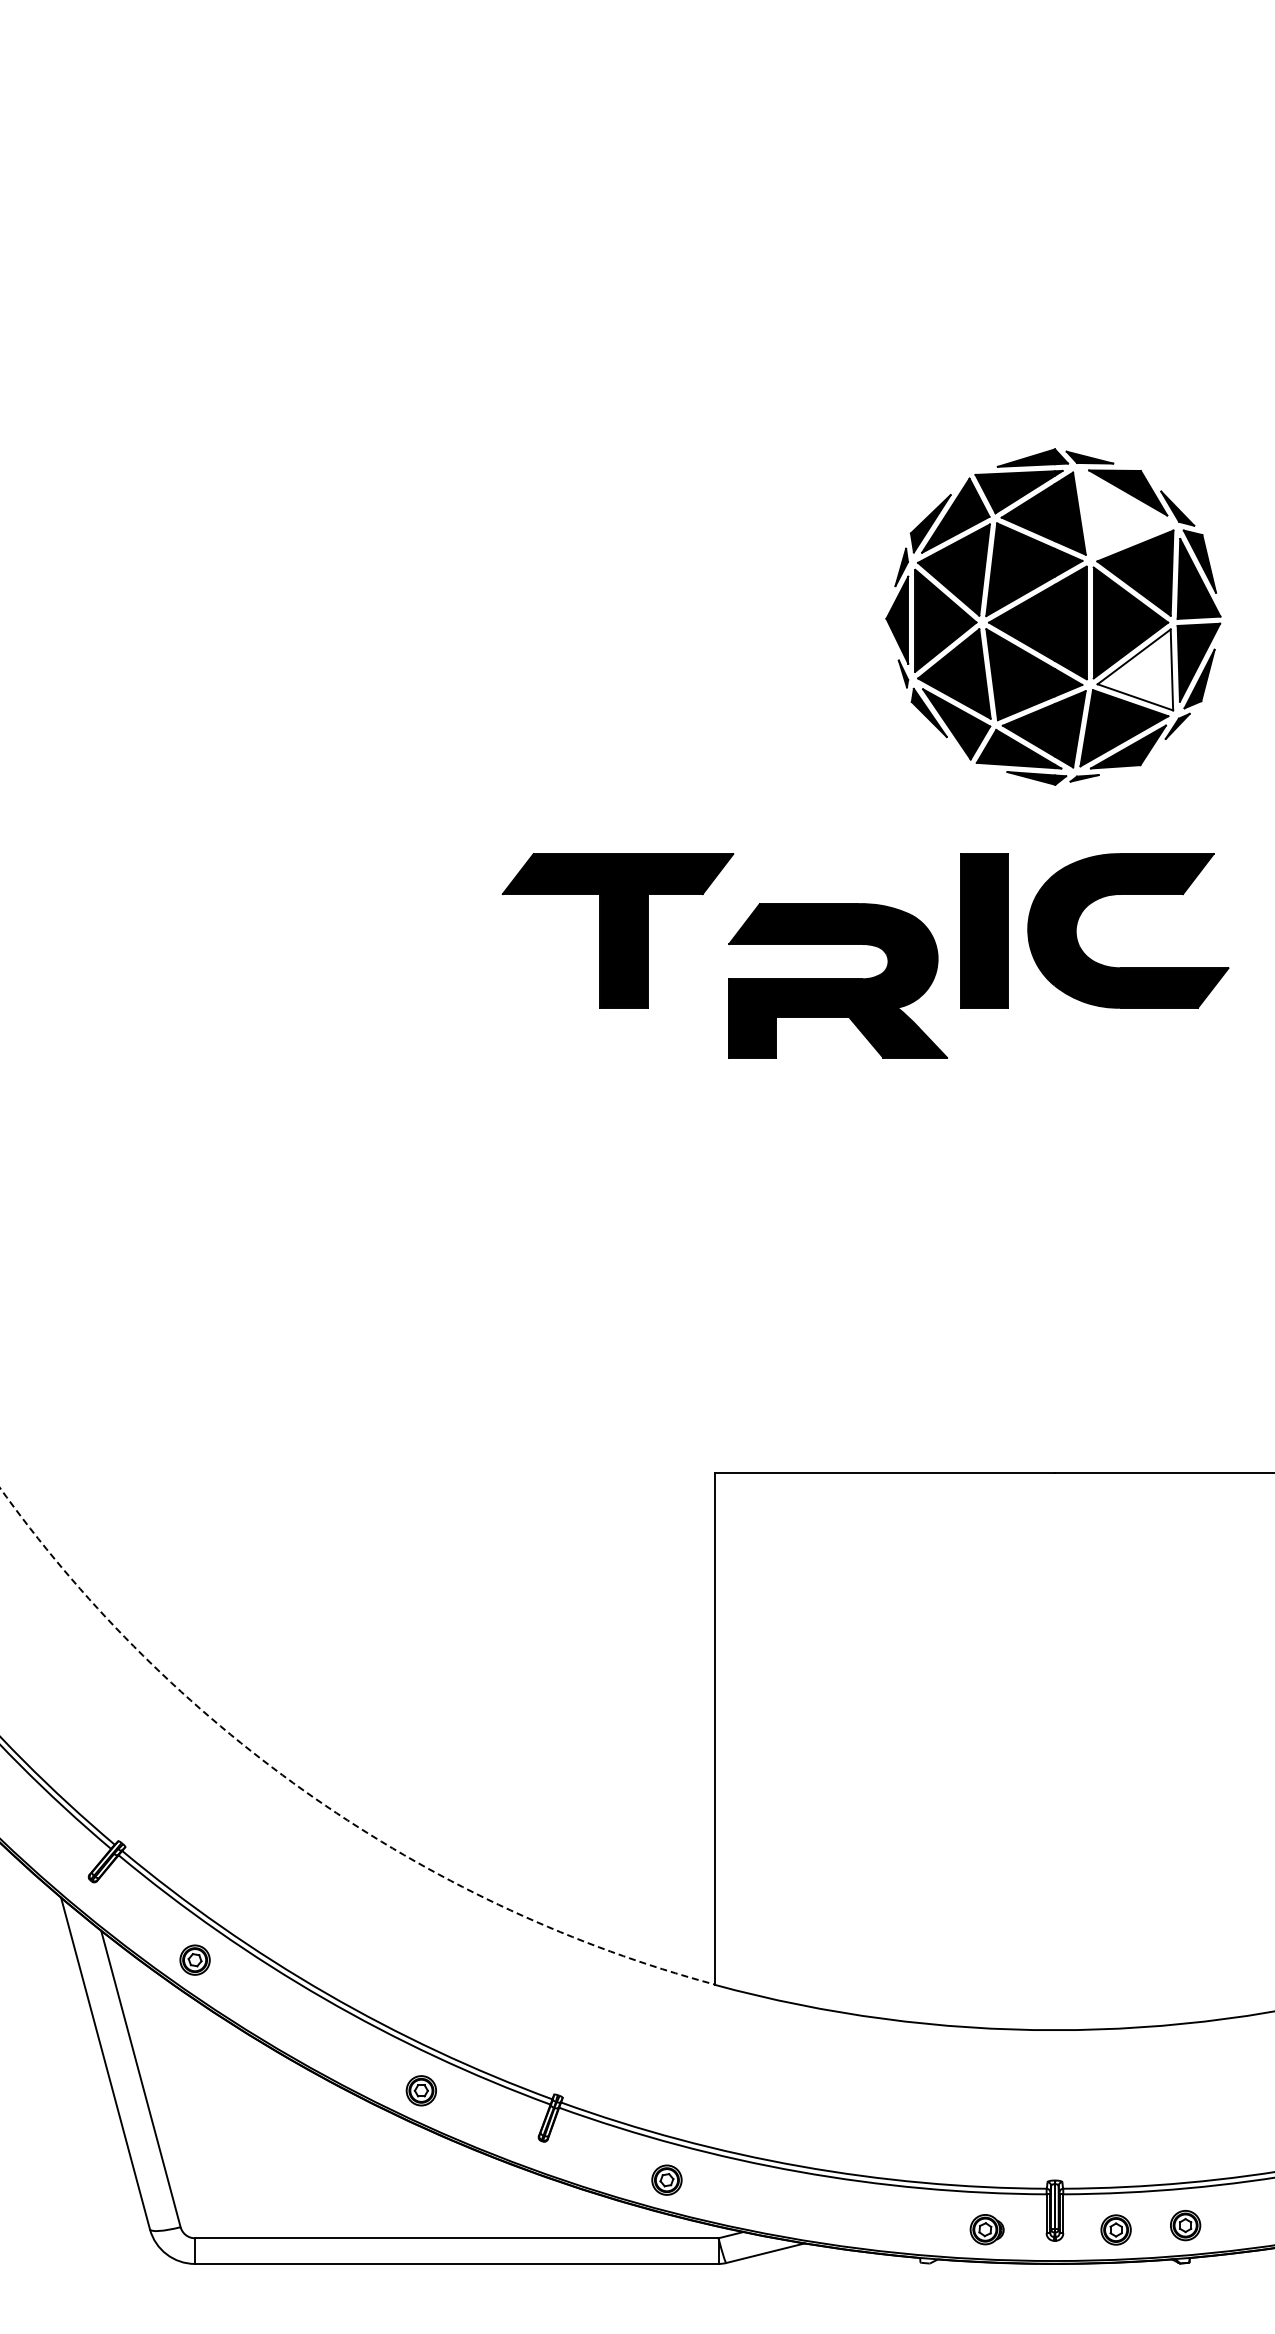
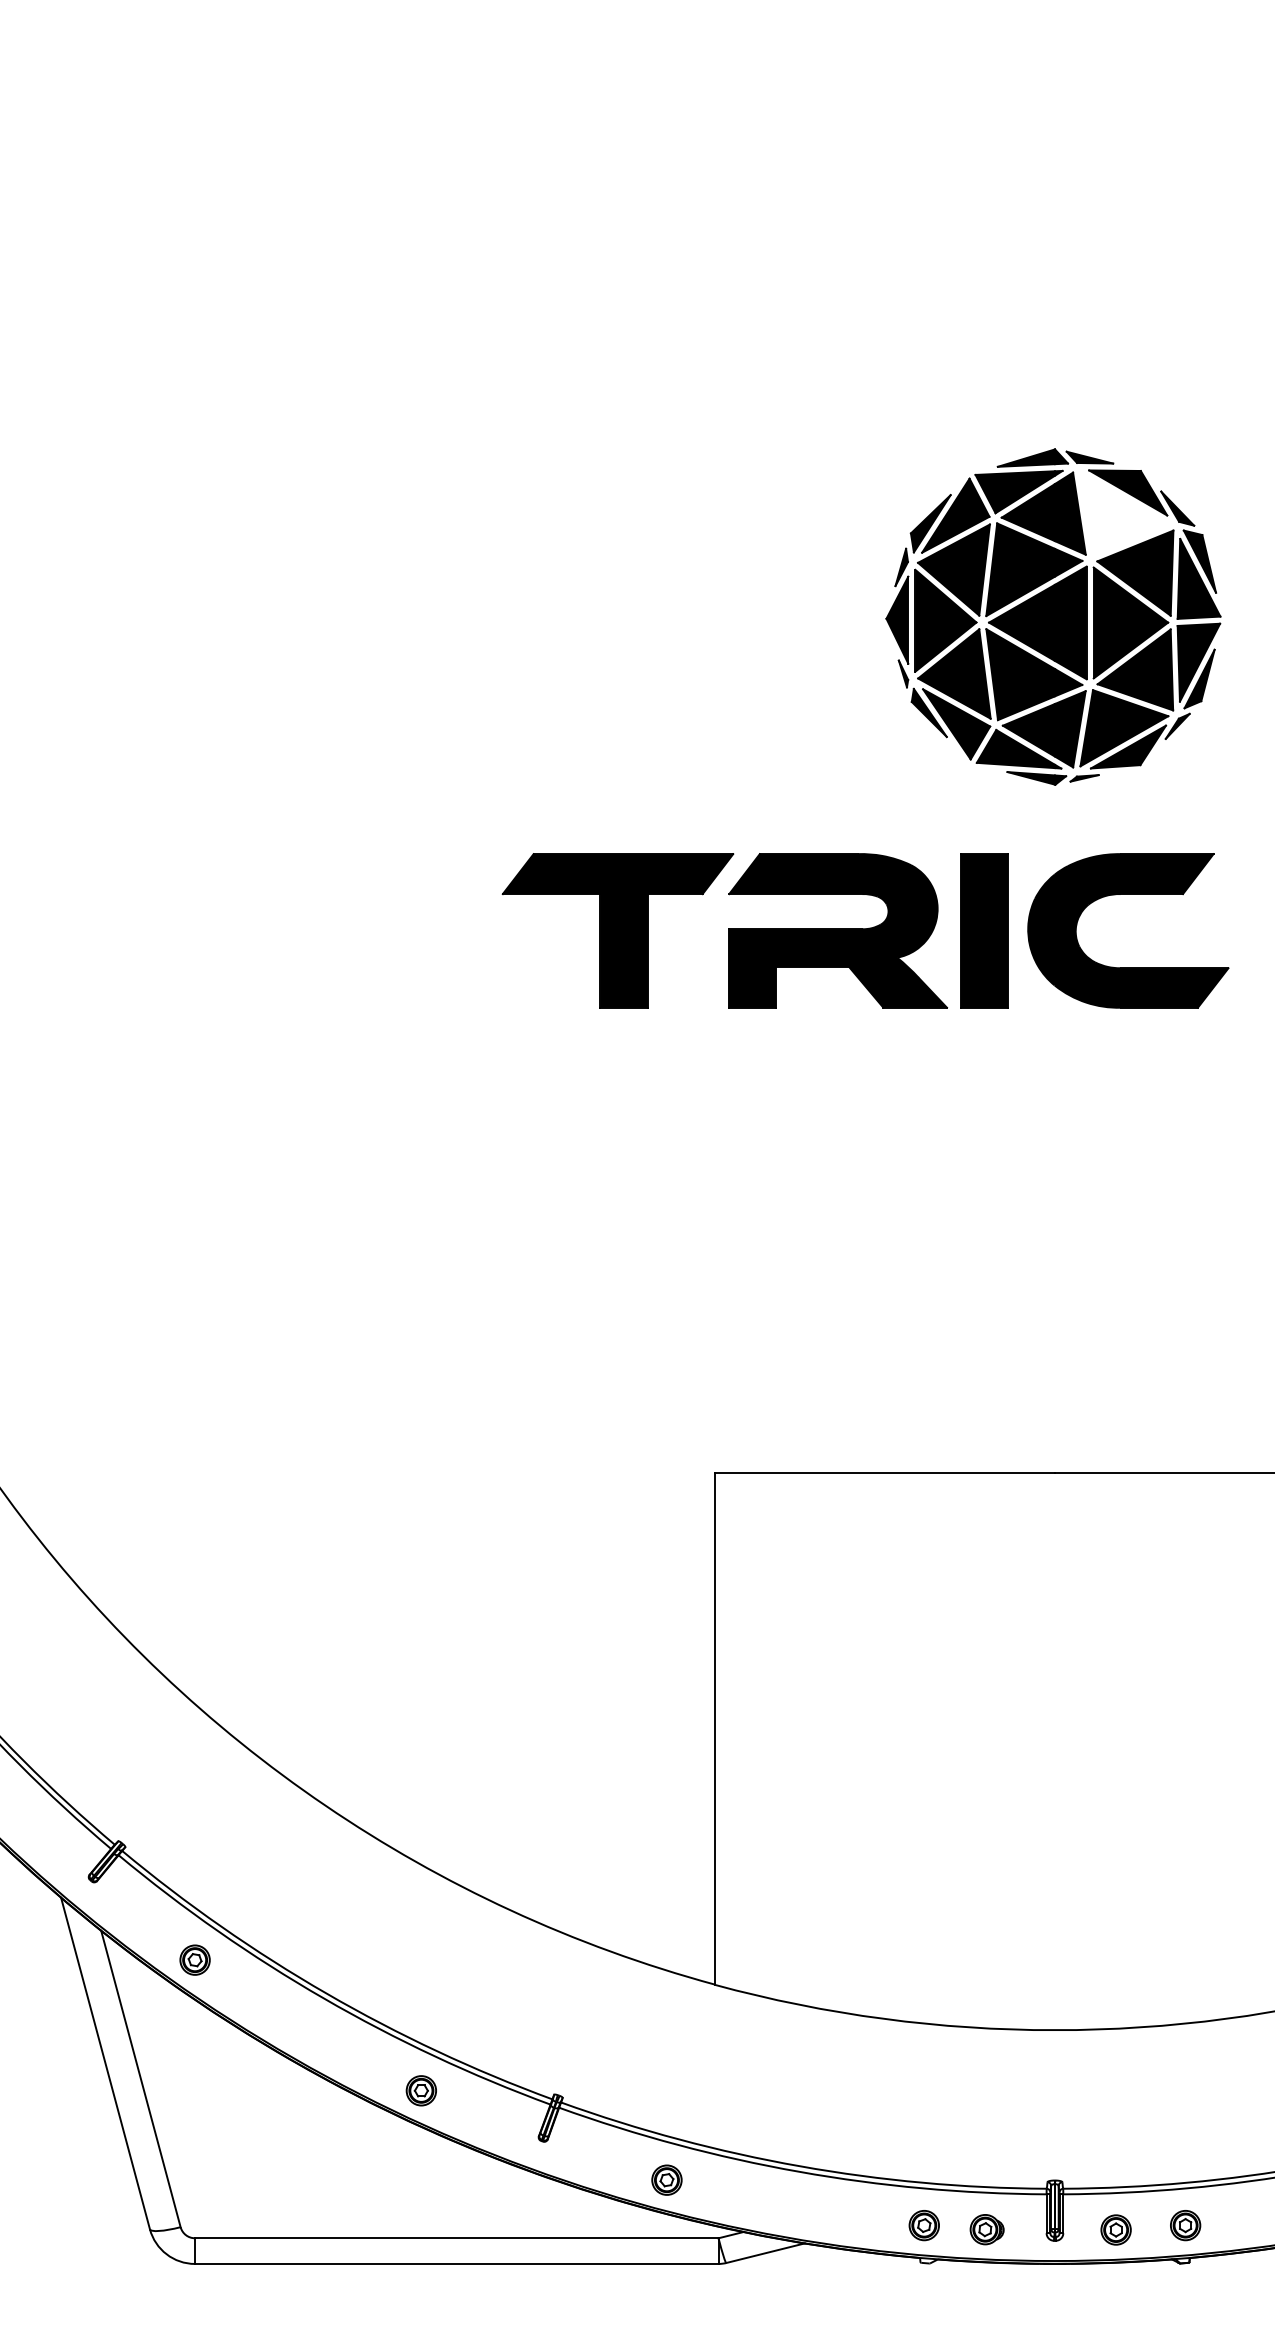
fill at (1135, 669): none -> present
part at (838, 980) position: (838, 980) -> (838, 930)
arc at (312, 1796): dashed -> solid
part at (923, 2225): none -> present
